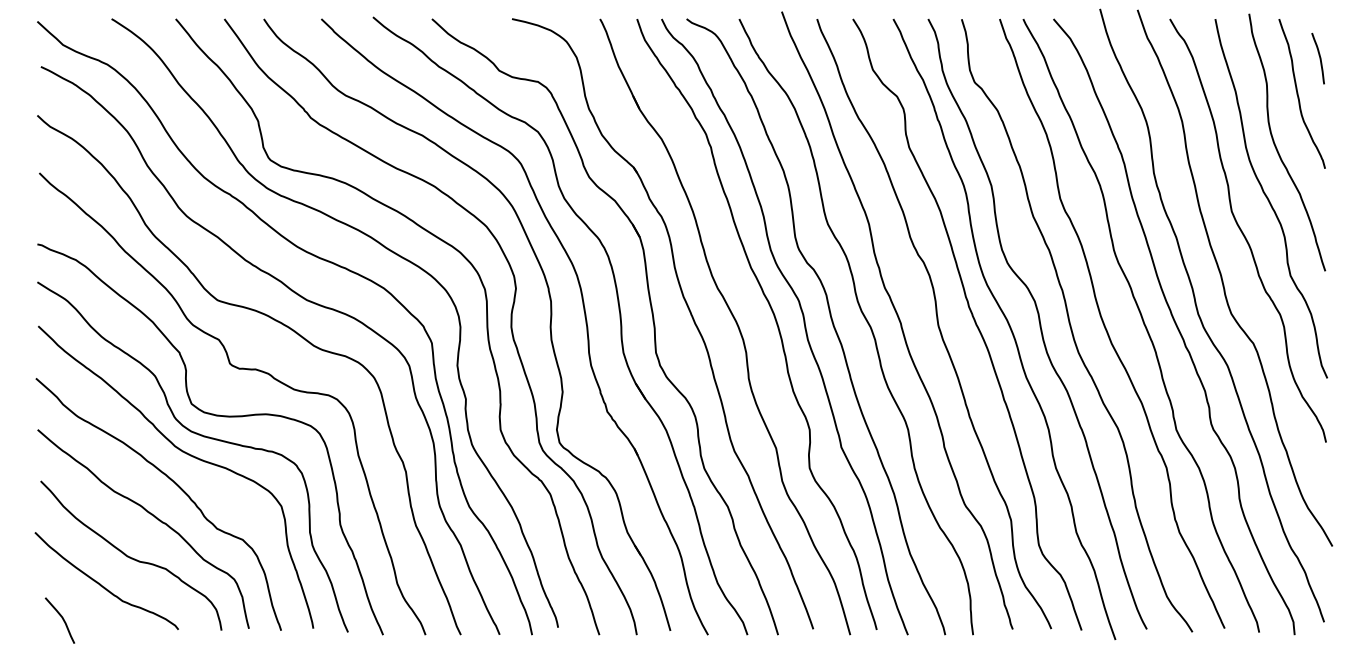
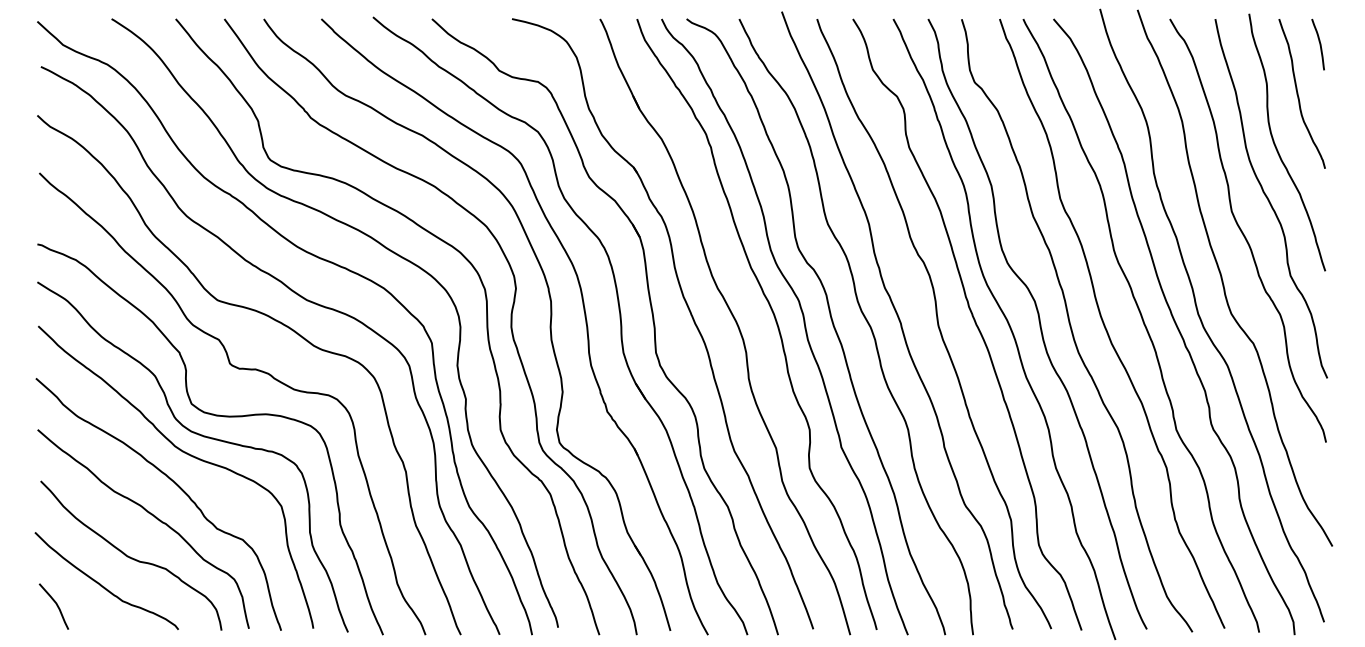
curve at (1319, 58) position: (1319, 58) -> (1319, 44)
curve at (61, 618) position: (61, 618) -> (55, 604)
